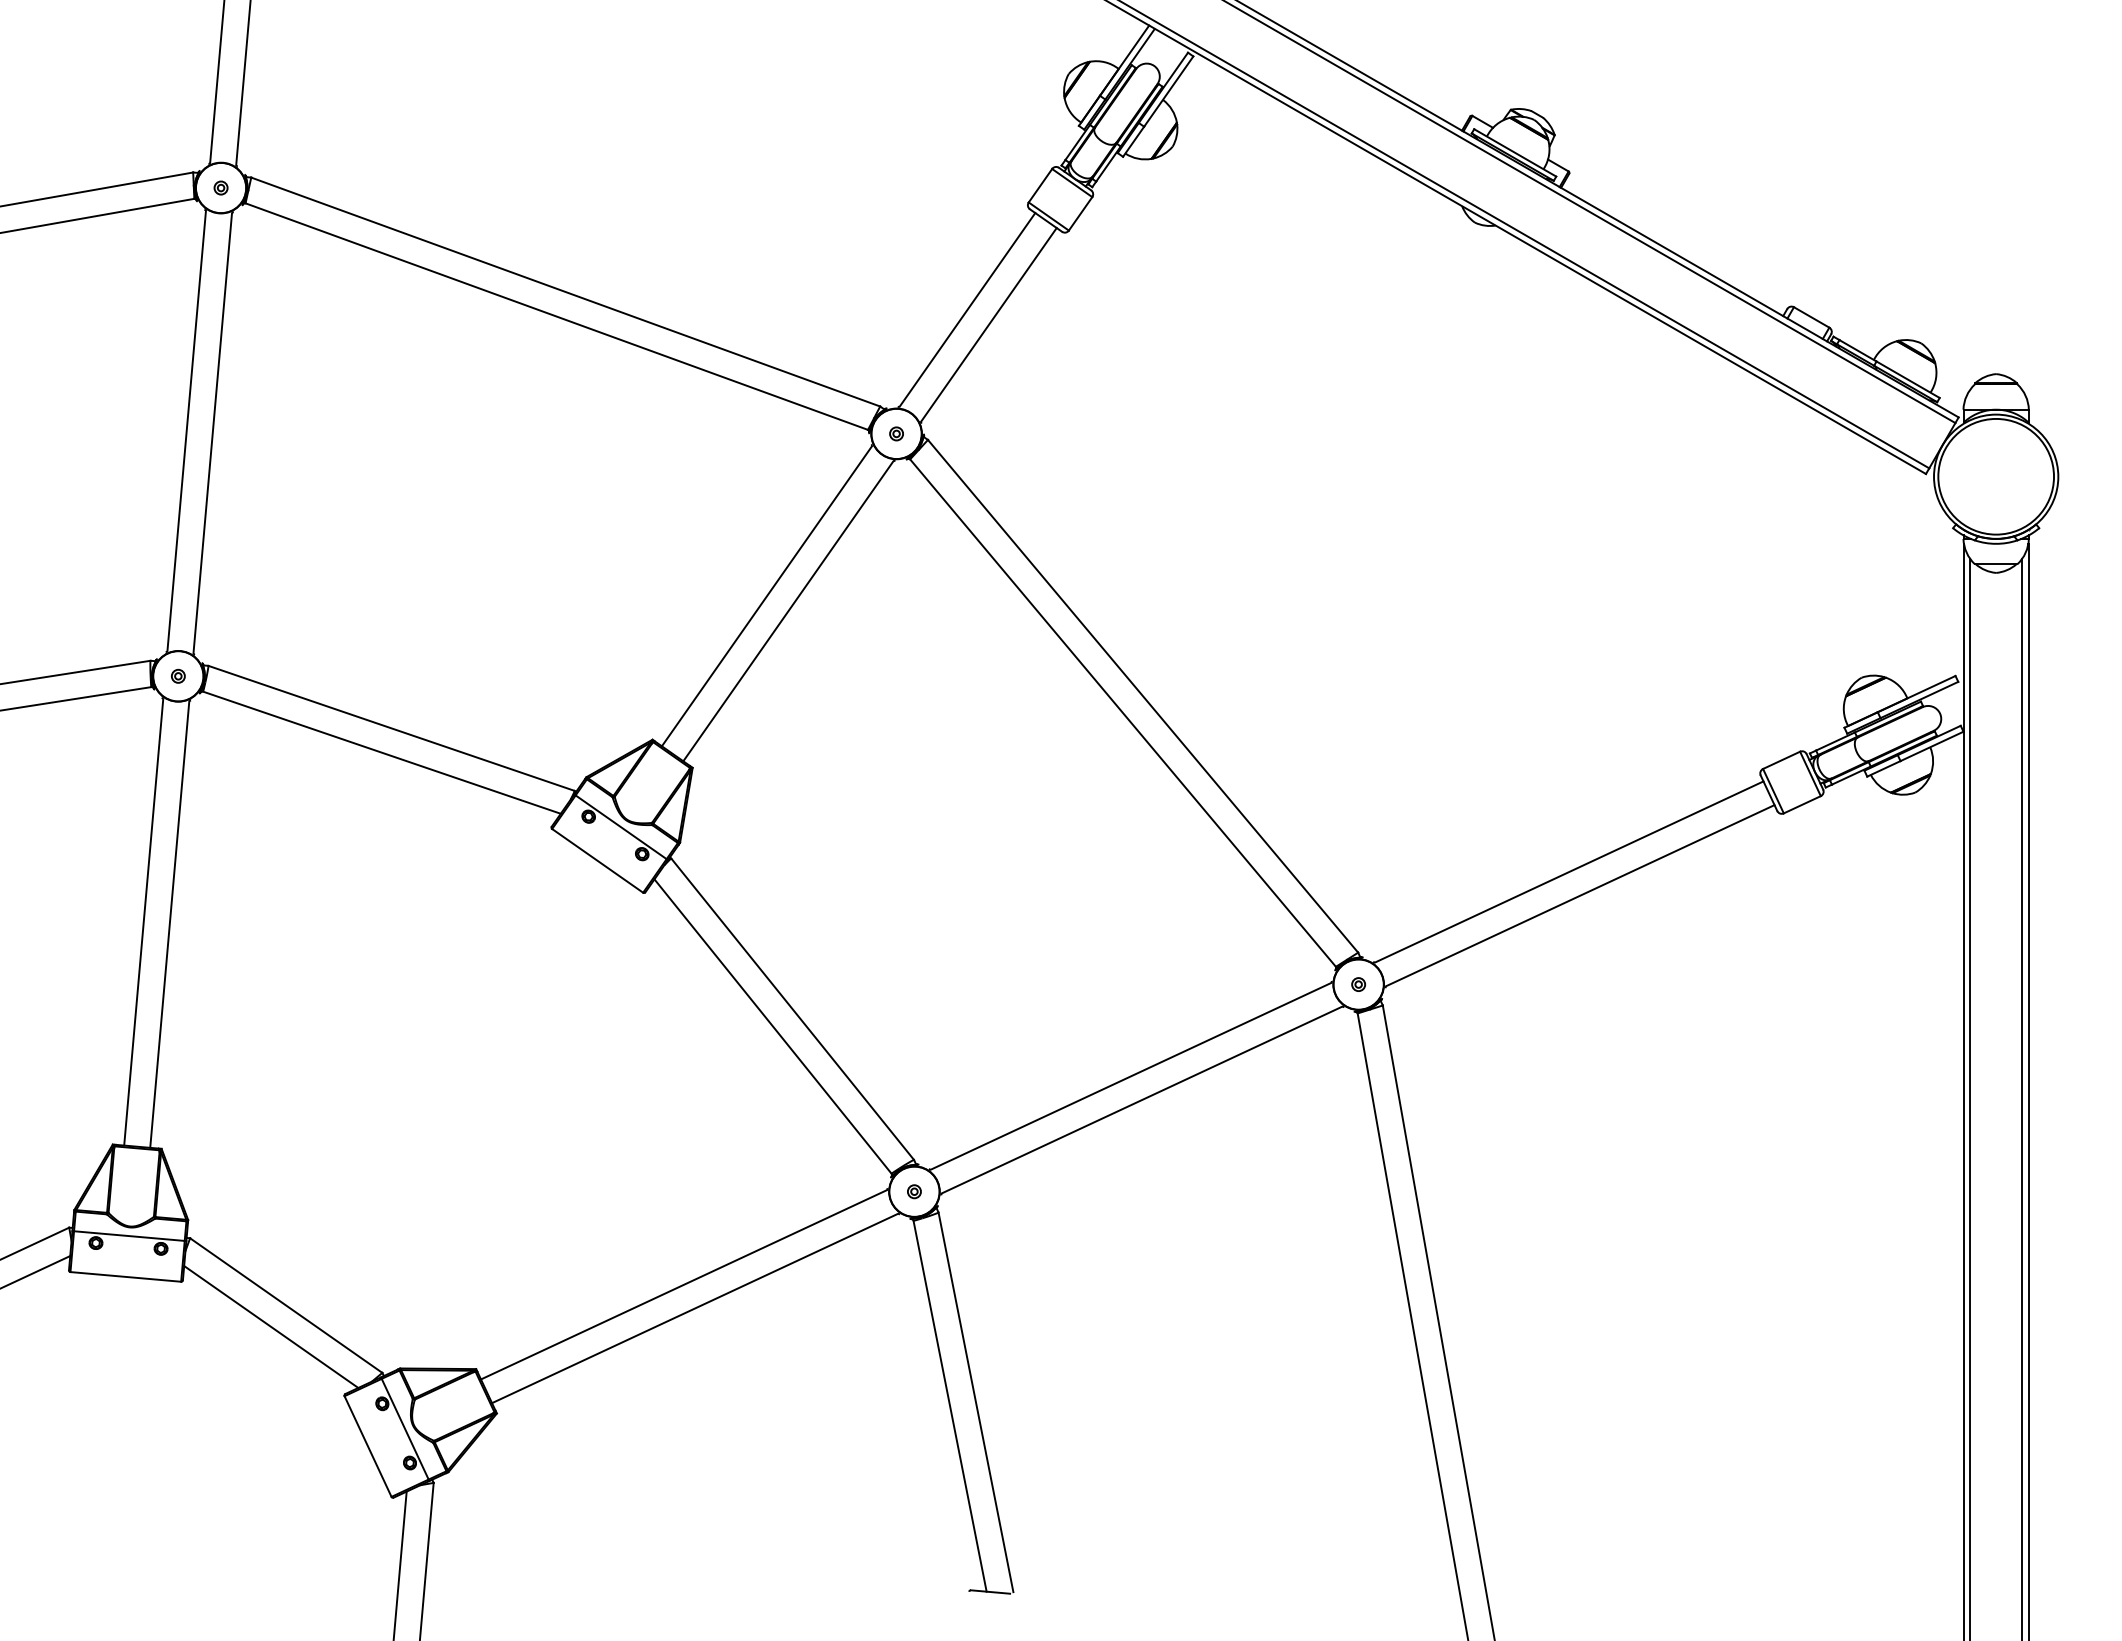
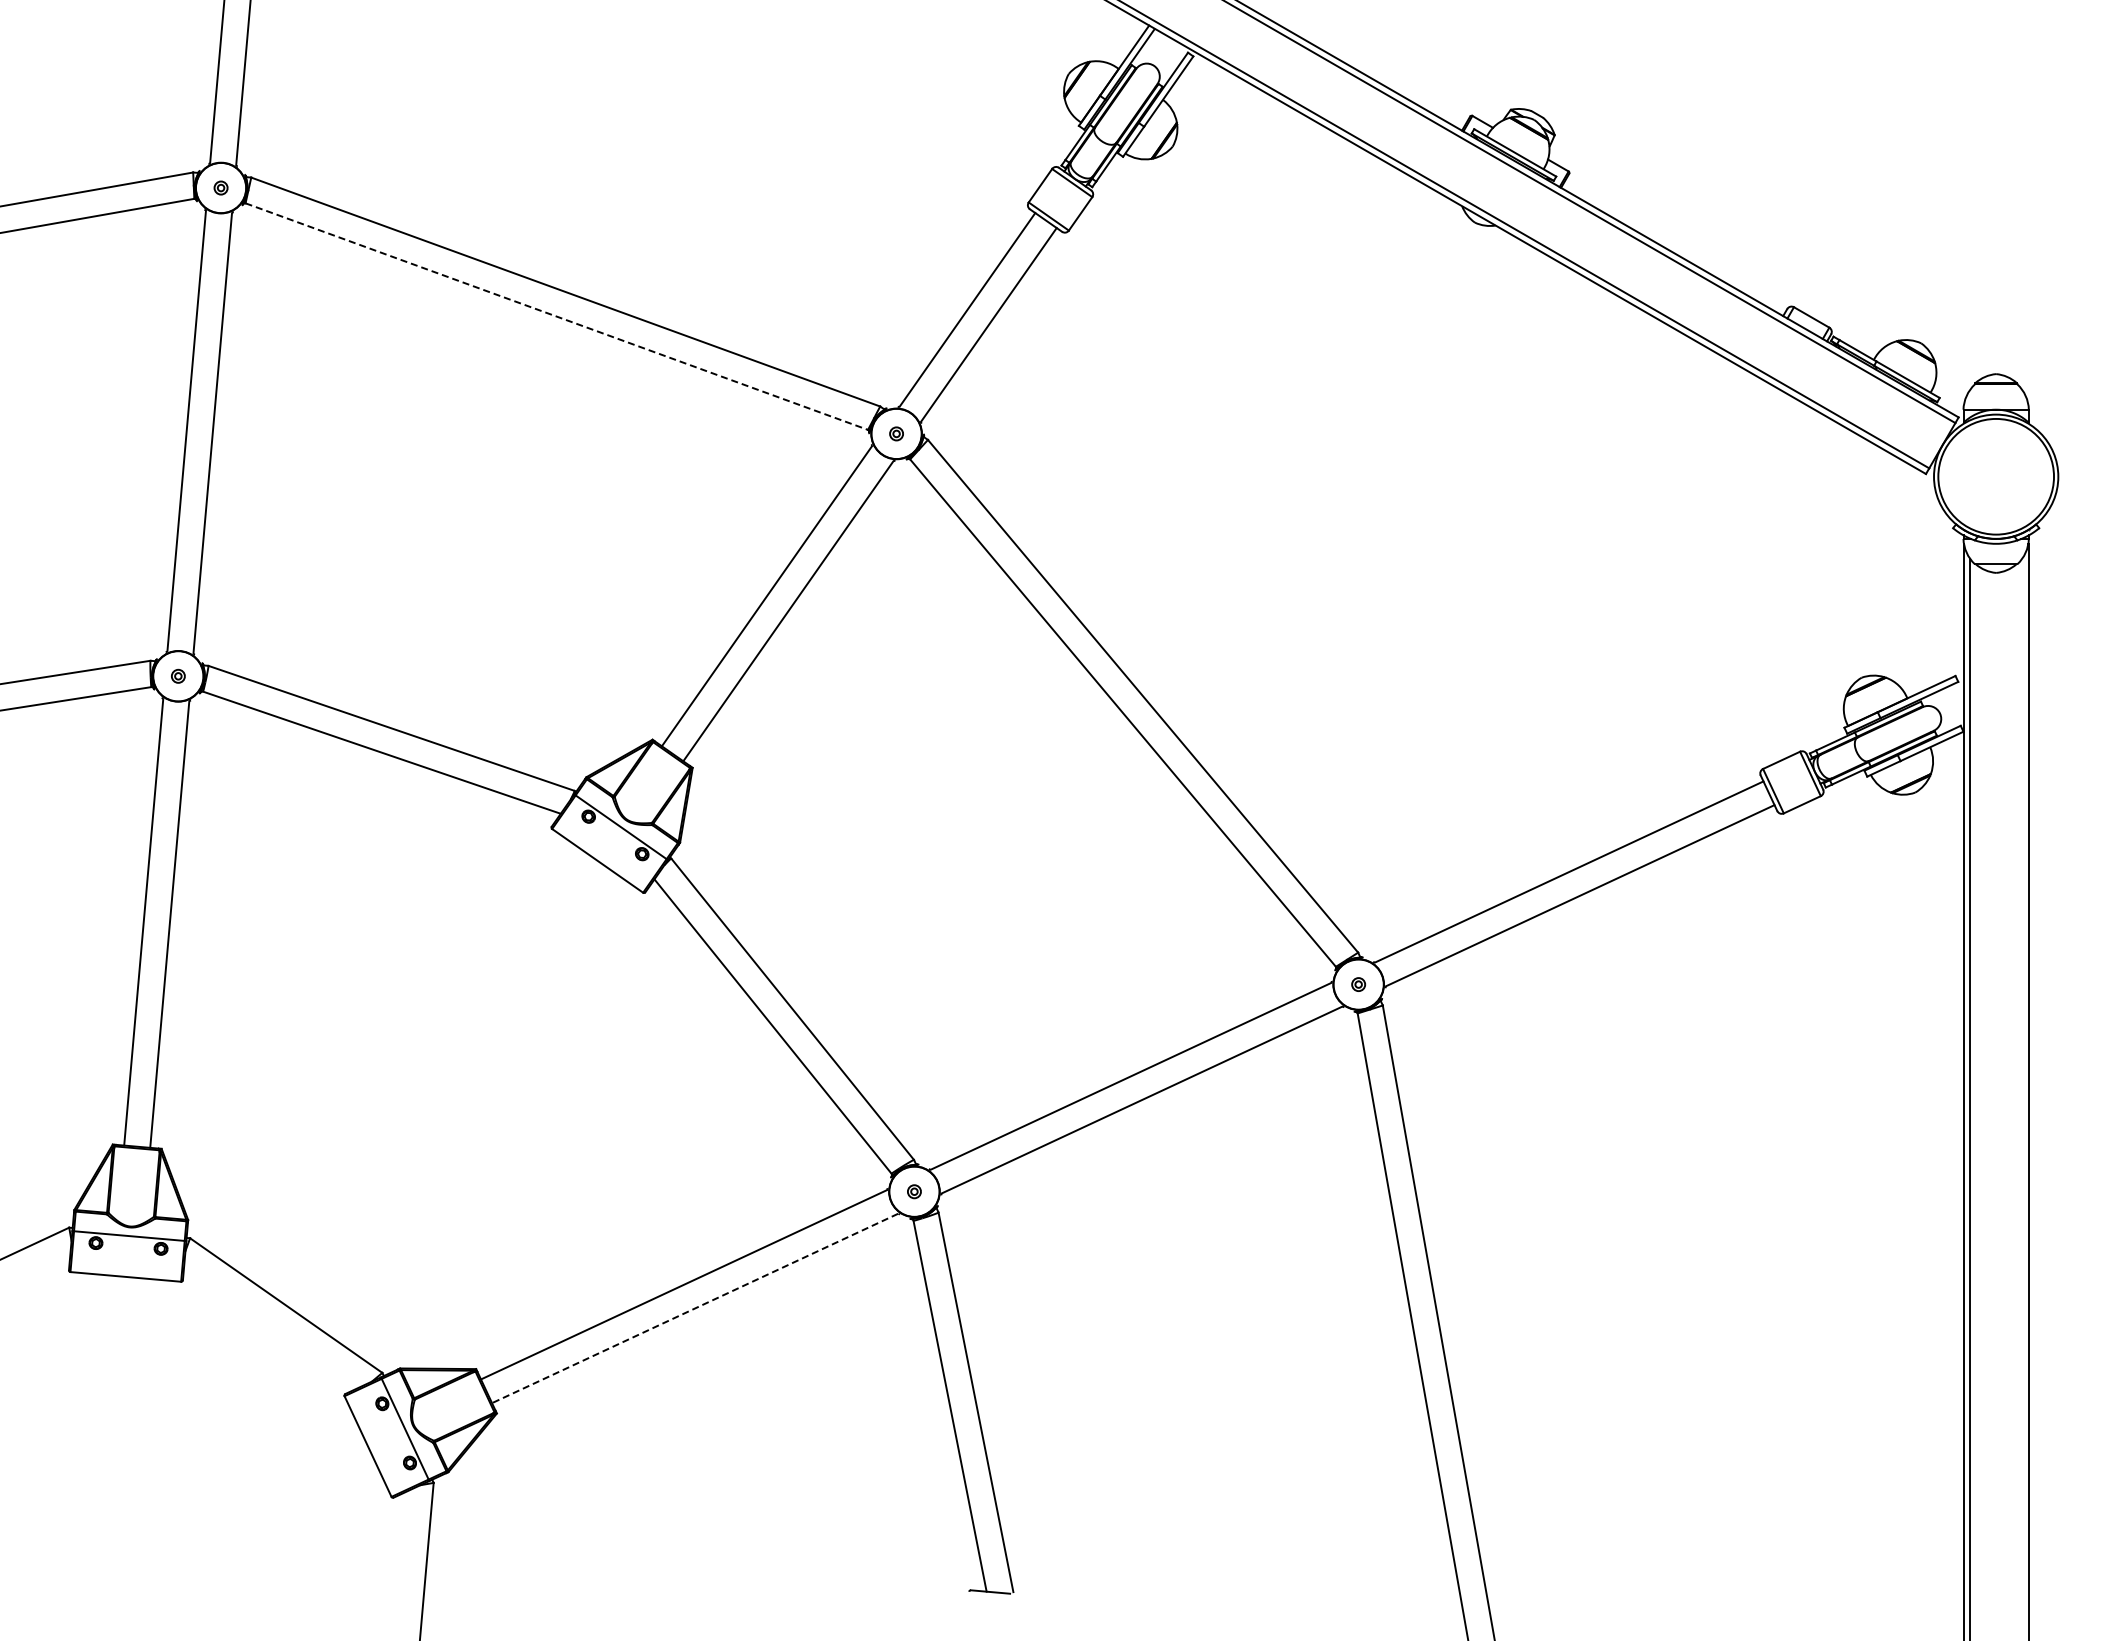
line at (557, 316): solid -> dashed
line at (2022, 1097): present -> none
line at (36, 1271): present -> none
line at (694, 1308): solid -> dashed
line at (271, 1326): present -> none
line at (399, 1564): present -> none
